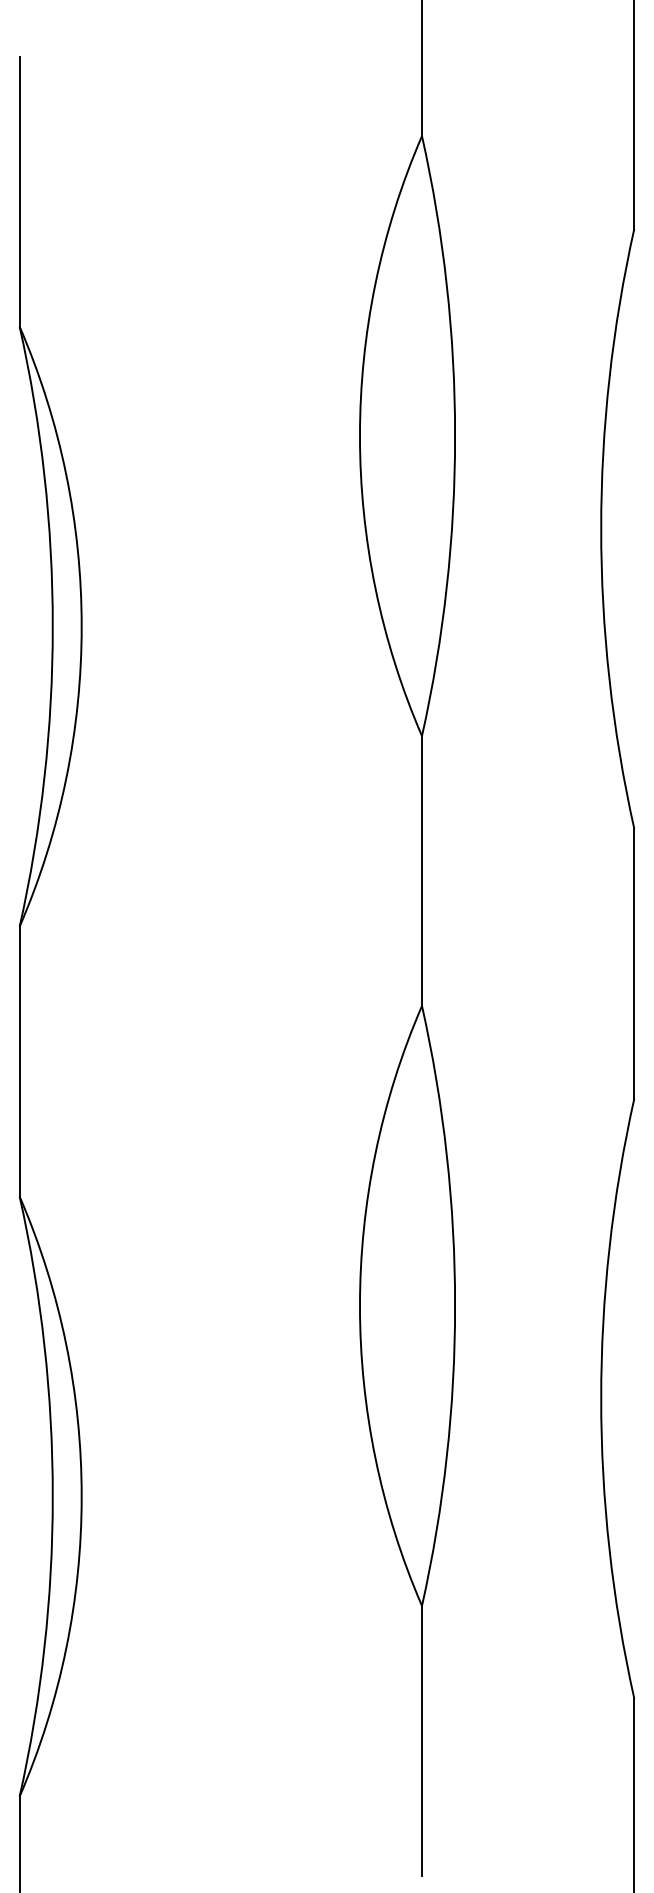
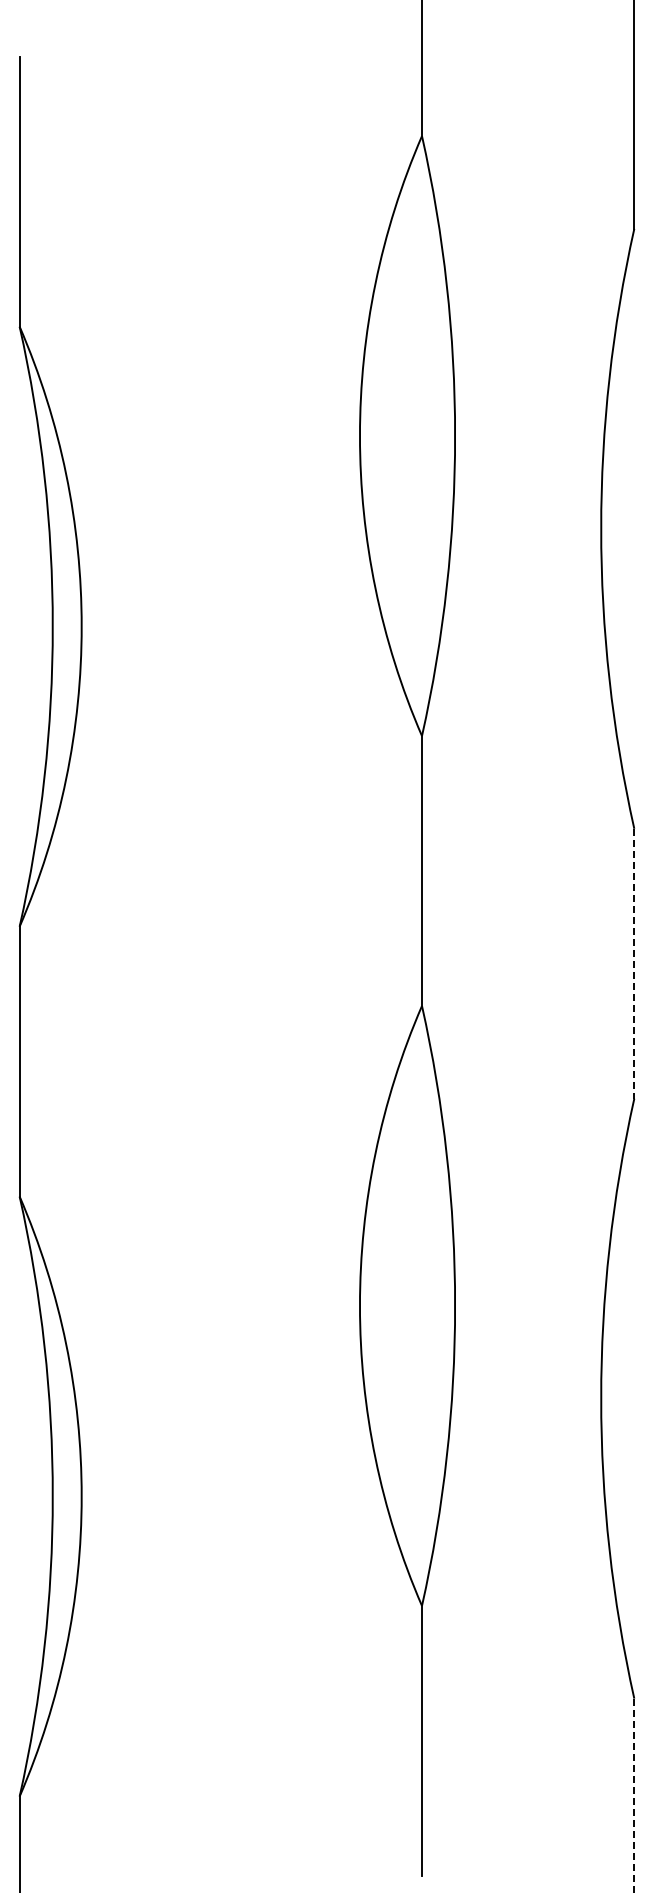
line at (634, 963): solid -> dashed
line at (634, 1795): solid -> dashed
